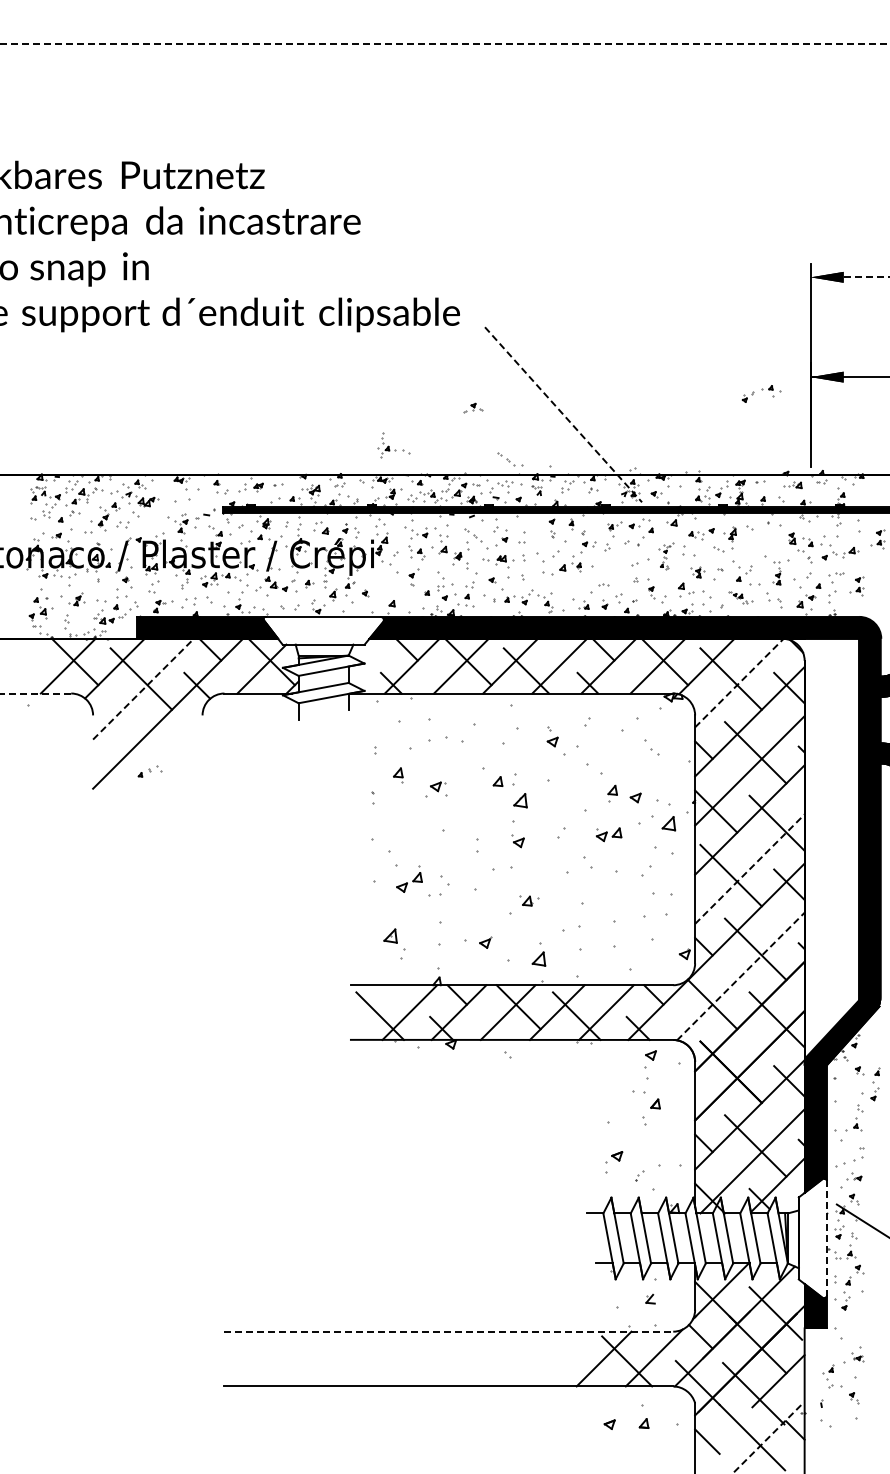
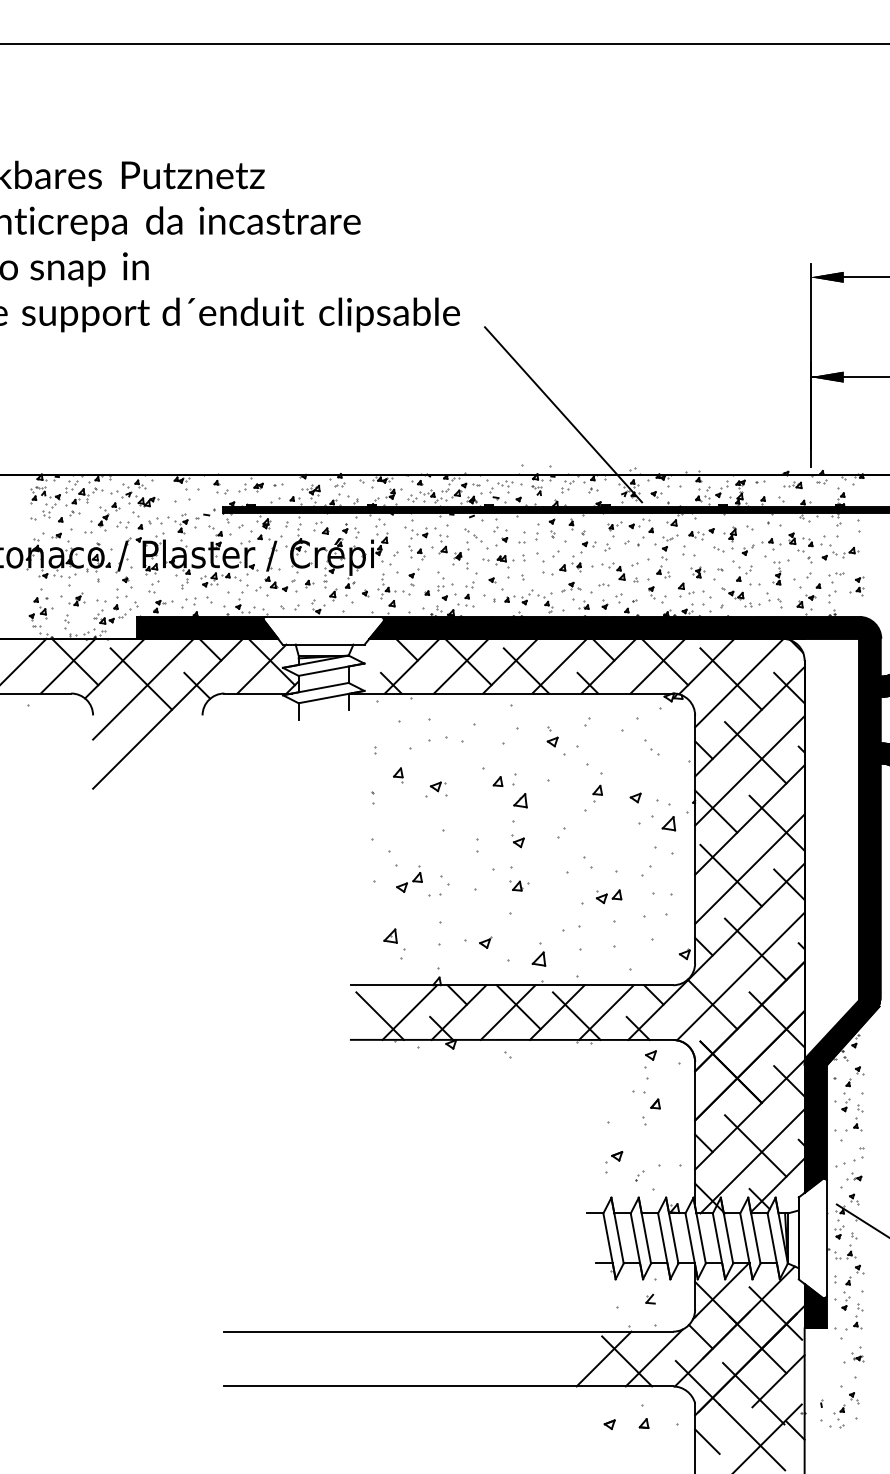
line at (445, 44): dashed -> solid
line at (866, 277): dashed -> solid
part at (761, 393) position: (761, 393) -> (761, 546)
part at (473, 407) position: (473, 407) -> (571, 586)
line at (563, 414): dashed -> solid
part at (393, 445) position: (393, 445) -> (393, 586)
part at (506, 459): present -> none
part at (537, 531): none -> present
part at (877, 539): present -> none
part at (666, 556) size: 17x29 px -> 25x45 px
part at (613, 571): none -> present
part at (740, 597) size: 26x14 px -> 40x21 px
line at (24, 660): none -> present
line at (739, 683): dashed -> solid
line at (143, 688): dashed -> solid
line at (35, 693): dashed -> solid
part at (149, 771) position: (149, 771) -> (149, 523)
part at (612, 793) position: (612, 793) -> (597, 793)
part at (609, 834) position: (609, 834) -> (609, 896)
line at (750, 868): dashed -> solid
part at (529, 900) position: (529, 900) -> (519, 885)
line at (741, 976): dashed -> solid
part at (875, 1084) position: (875, 1084) -> (846, 1095)
line at (826, 1238): dashed -> solid
part at (854, 1316): none -> present
line at (449, 1331): dashed -> solid
part at (828, 1376) position: (828, 1376) -> (839, 1416)
line at (767, 1439): dashed -> solid
